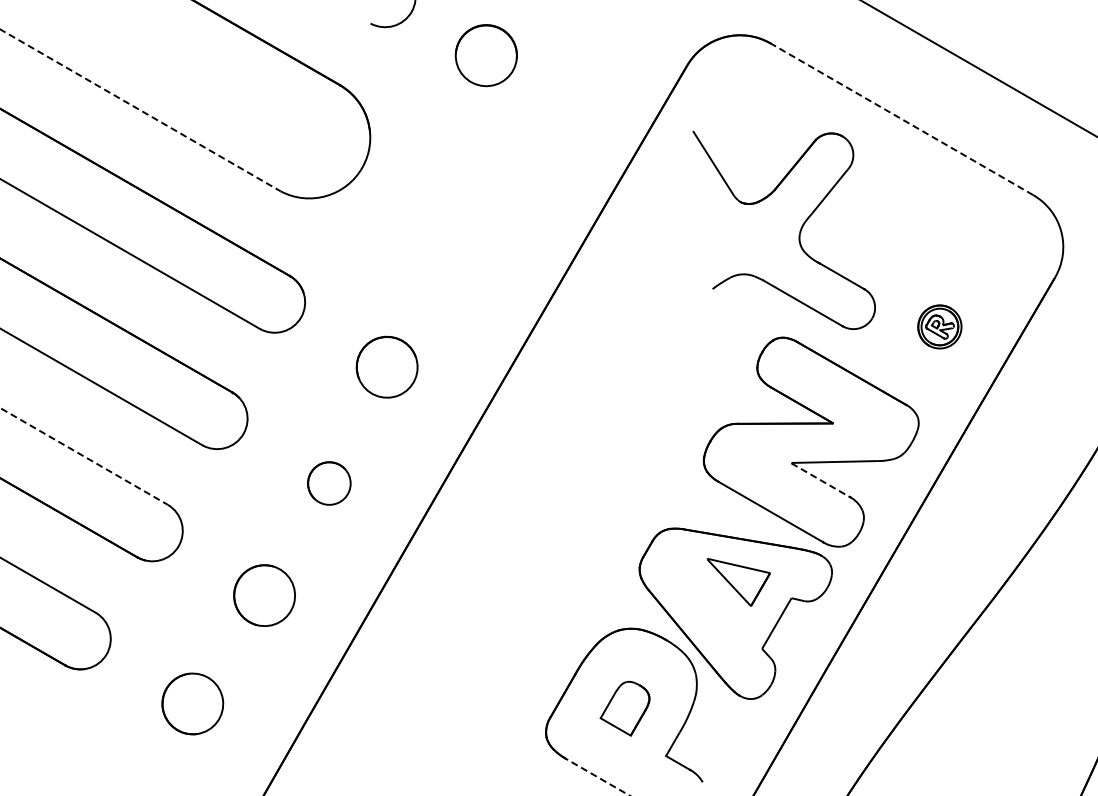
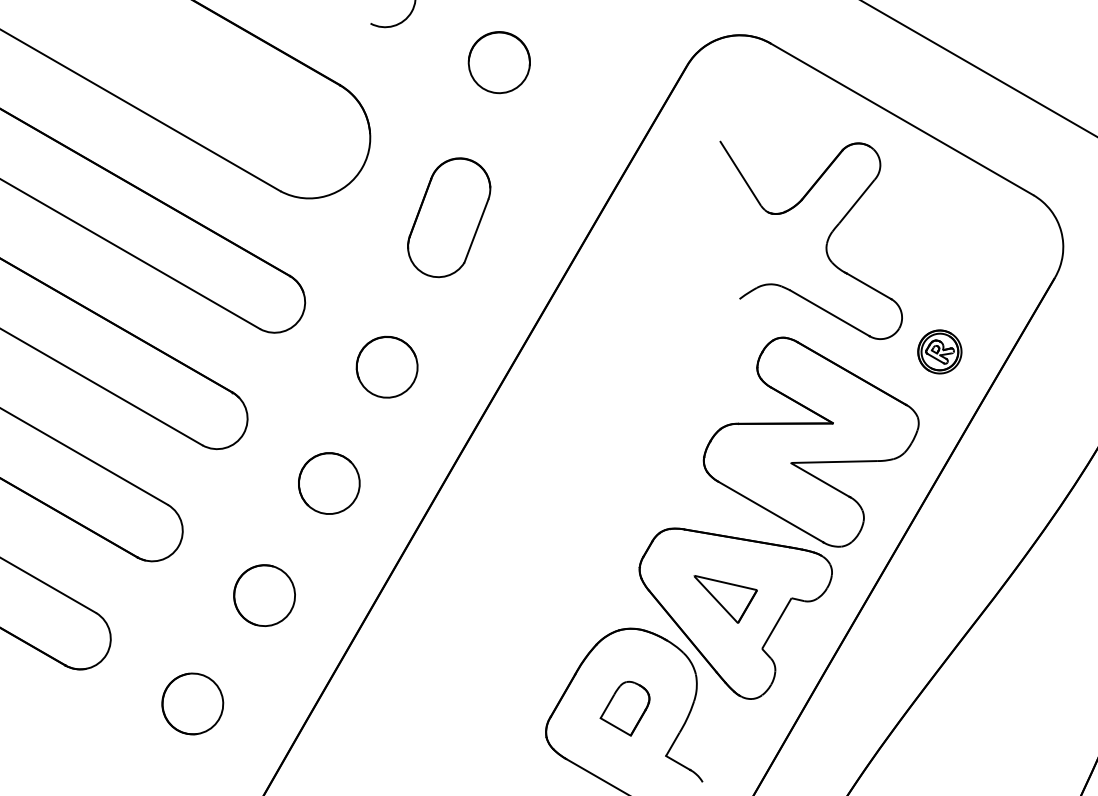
part at (485, 55) position: (485, 55) -> (498, 62)
line at (140, 110): dashed -> solid
line at (901, 119): dashed -> solid
part at (449, 217): none -> present
part at (798, 234) position: (798, 234) -> (825, 244)
part at (939, 326) position: (939, 326) -> (939, 351)
line at (84, 456): dashed -> solid
line at (820, 480): dashed -> solid
part at (329, 483) size: 45x45 px -> 63x63 px
part at (738, 582) position: (738, 582) -> (725, 599)
line at (597, 777): dashed -> solid
